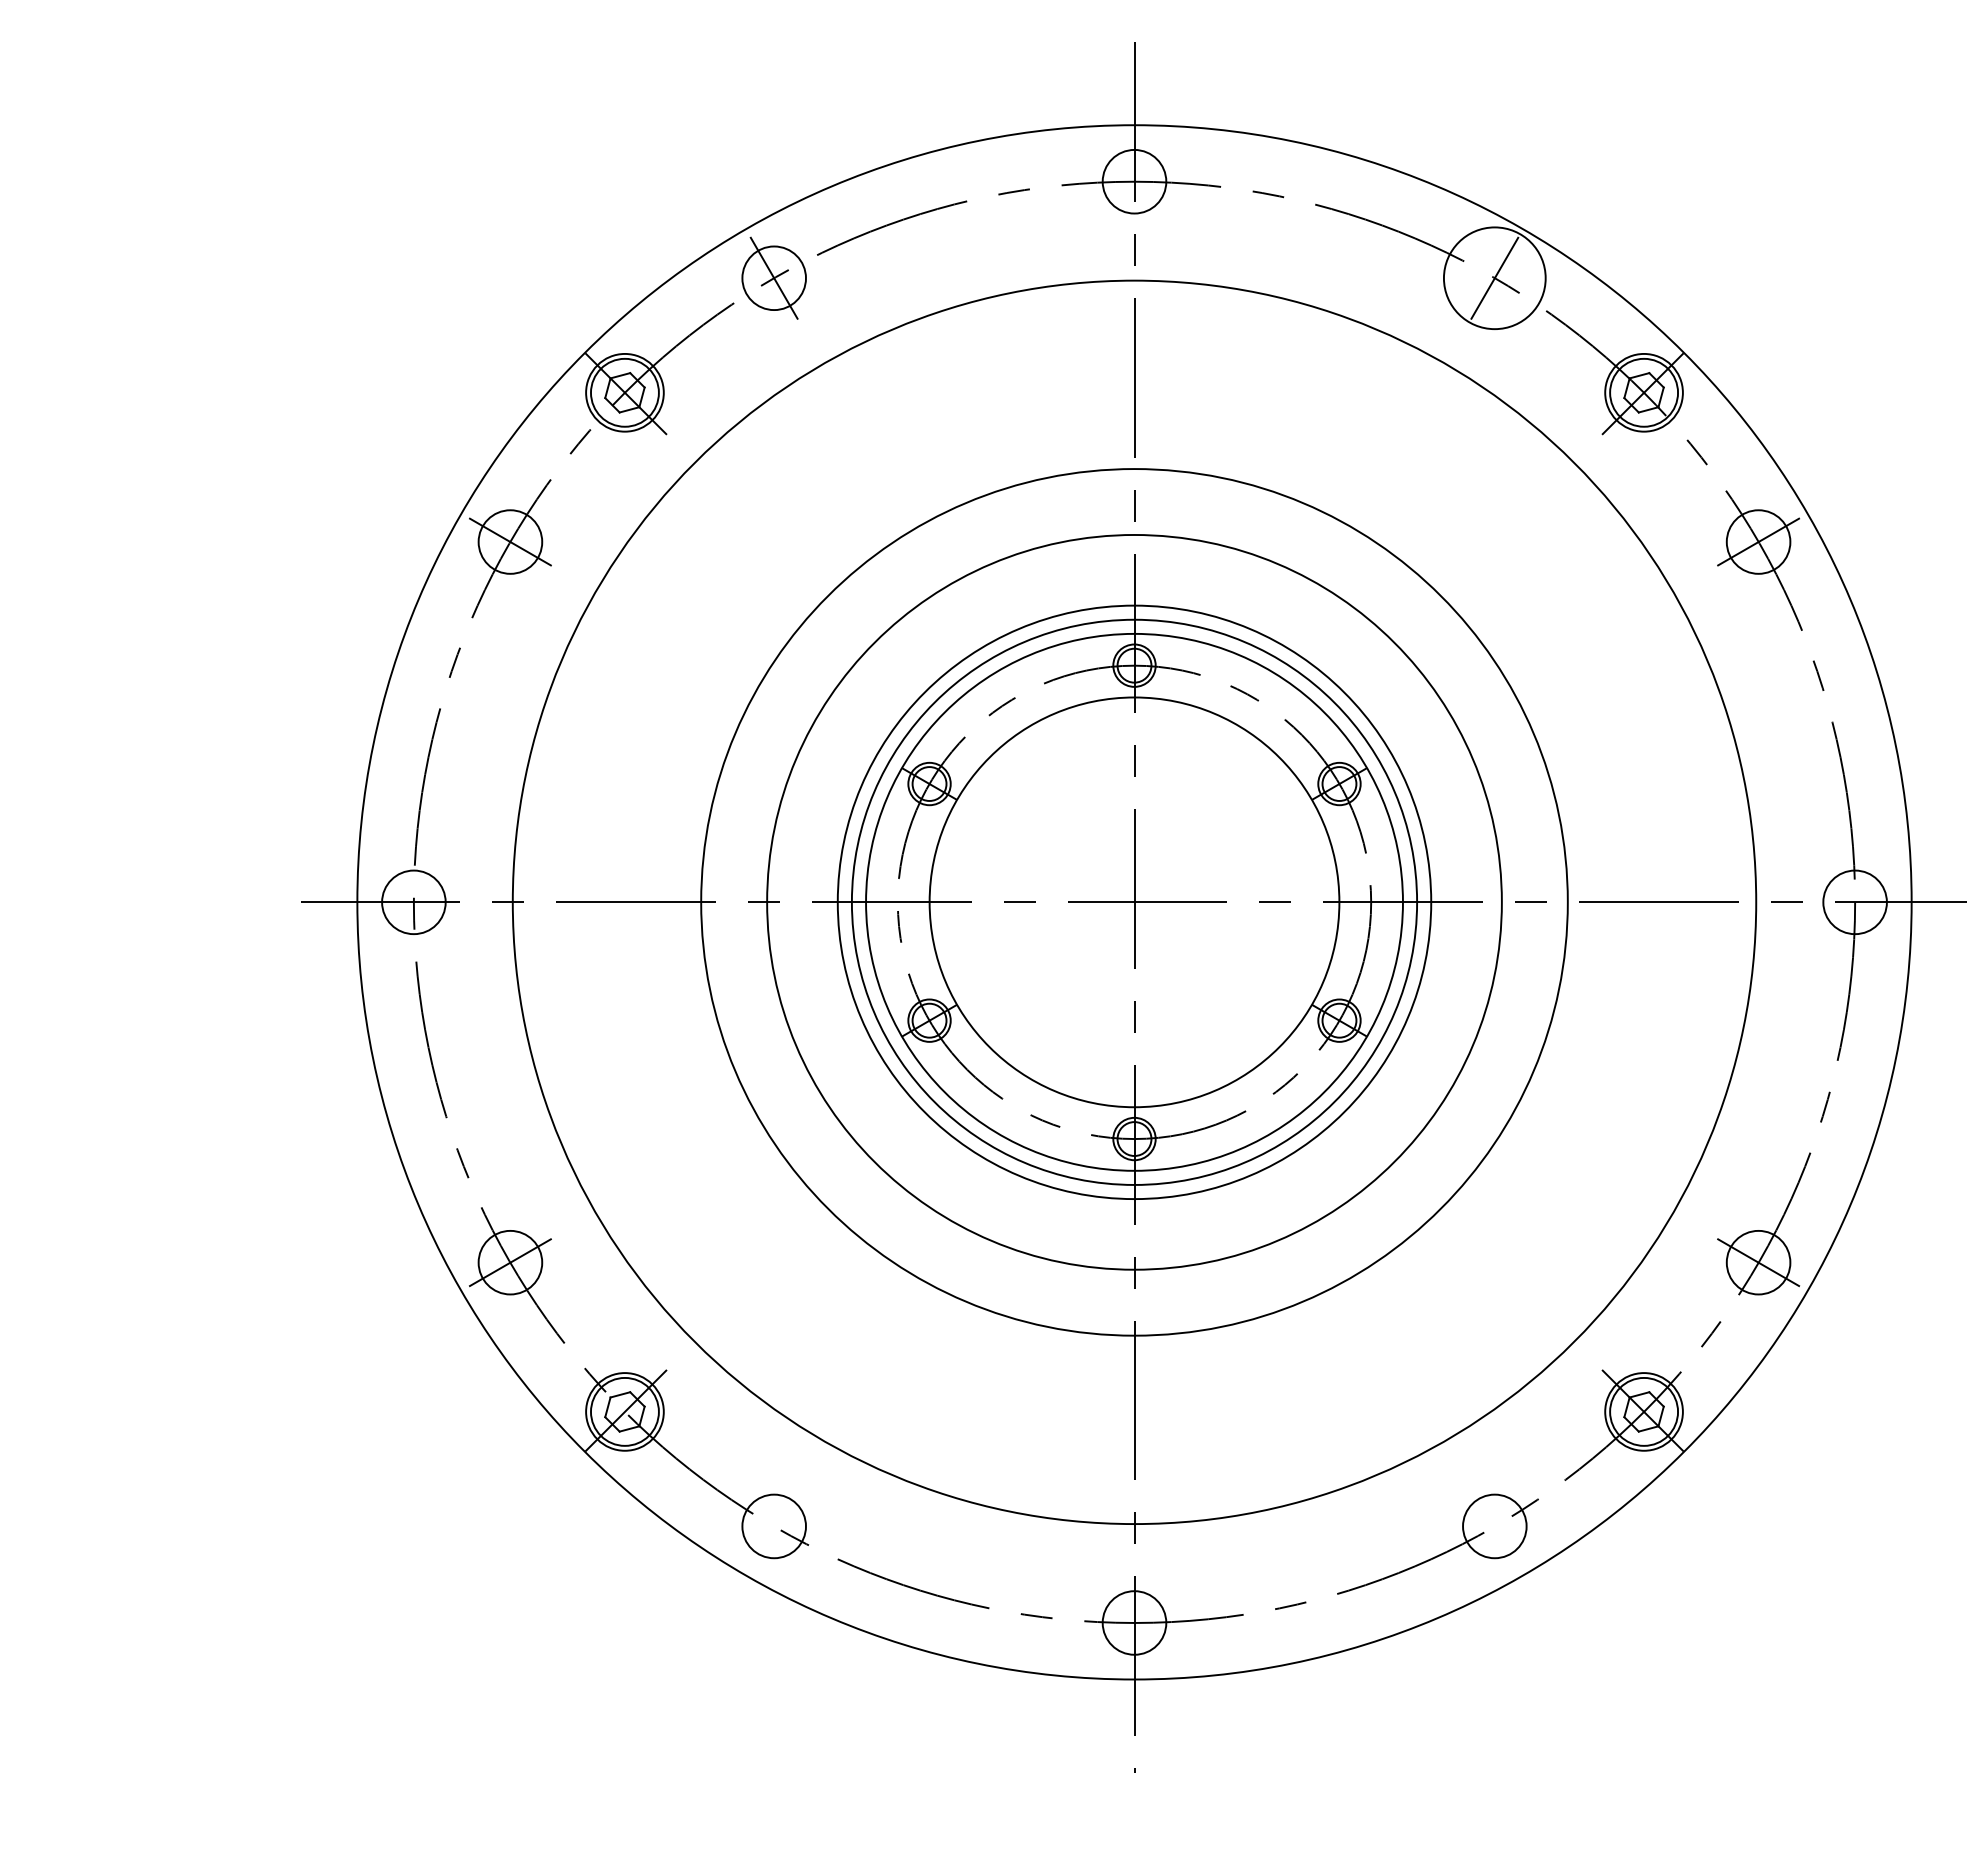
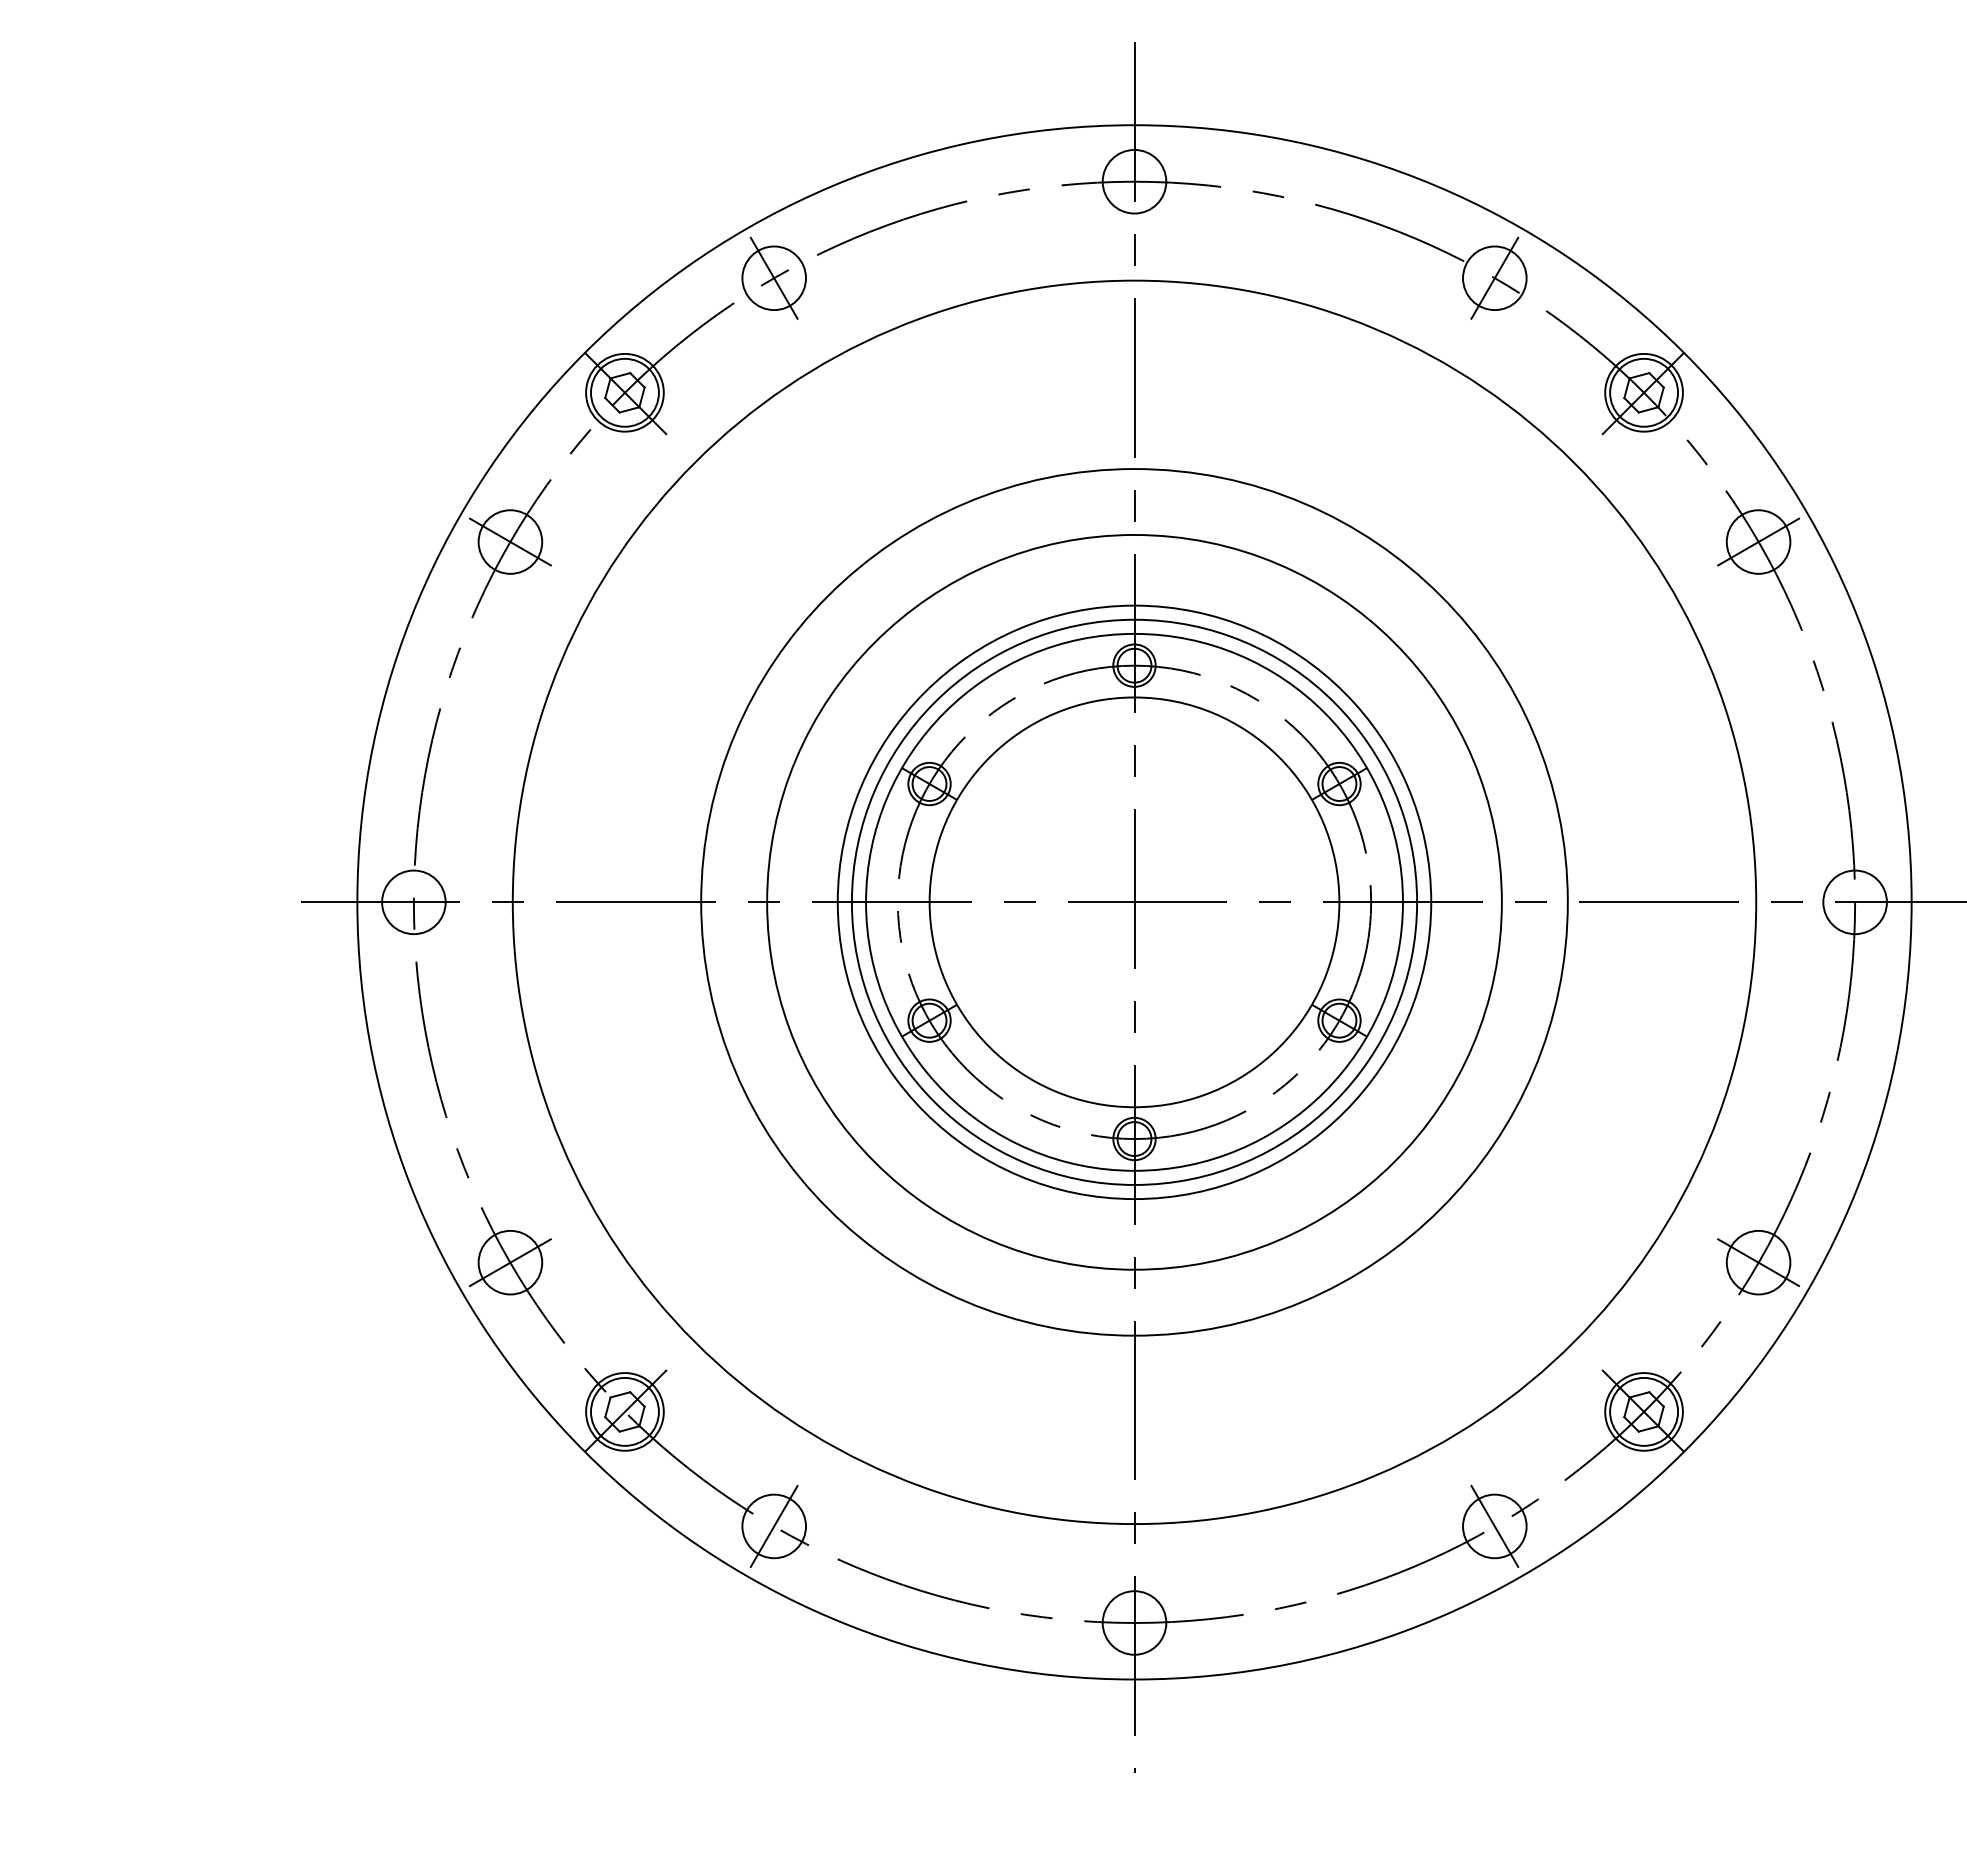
circle at (1494, 278) diameter: 102 px -> 64 px
line at (774, 1526): none -> present
line at (1494, 1526): none -> present
